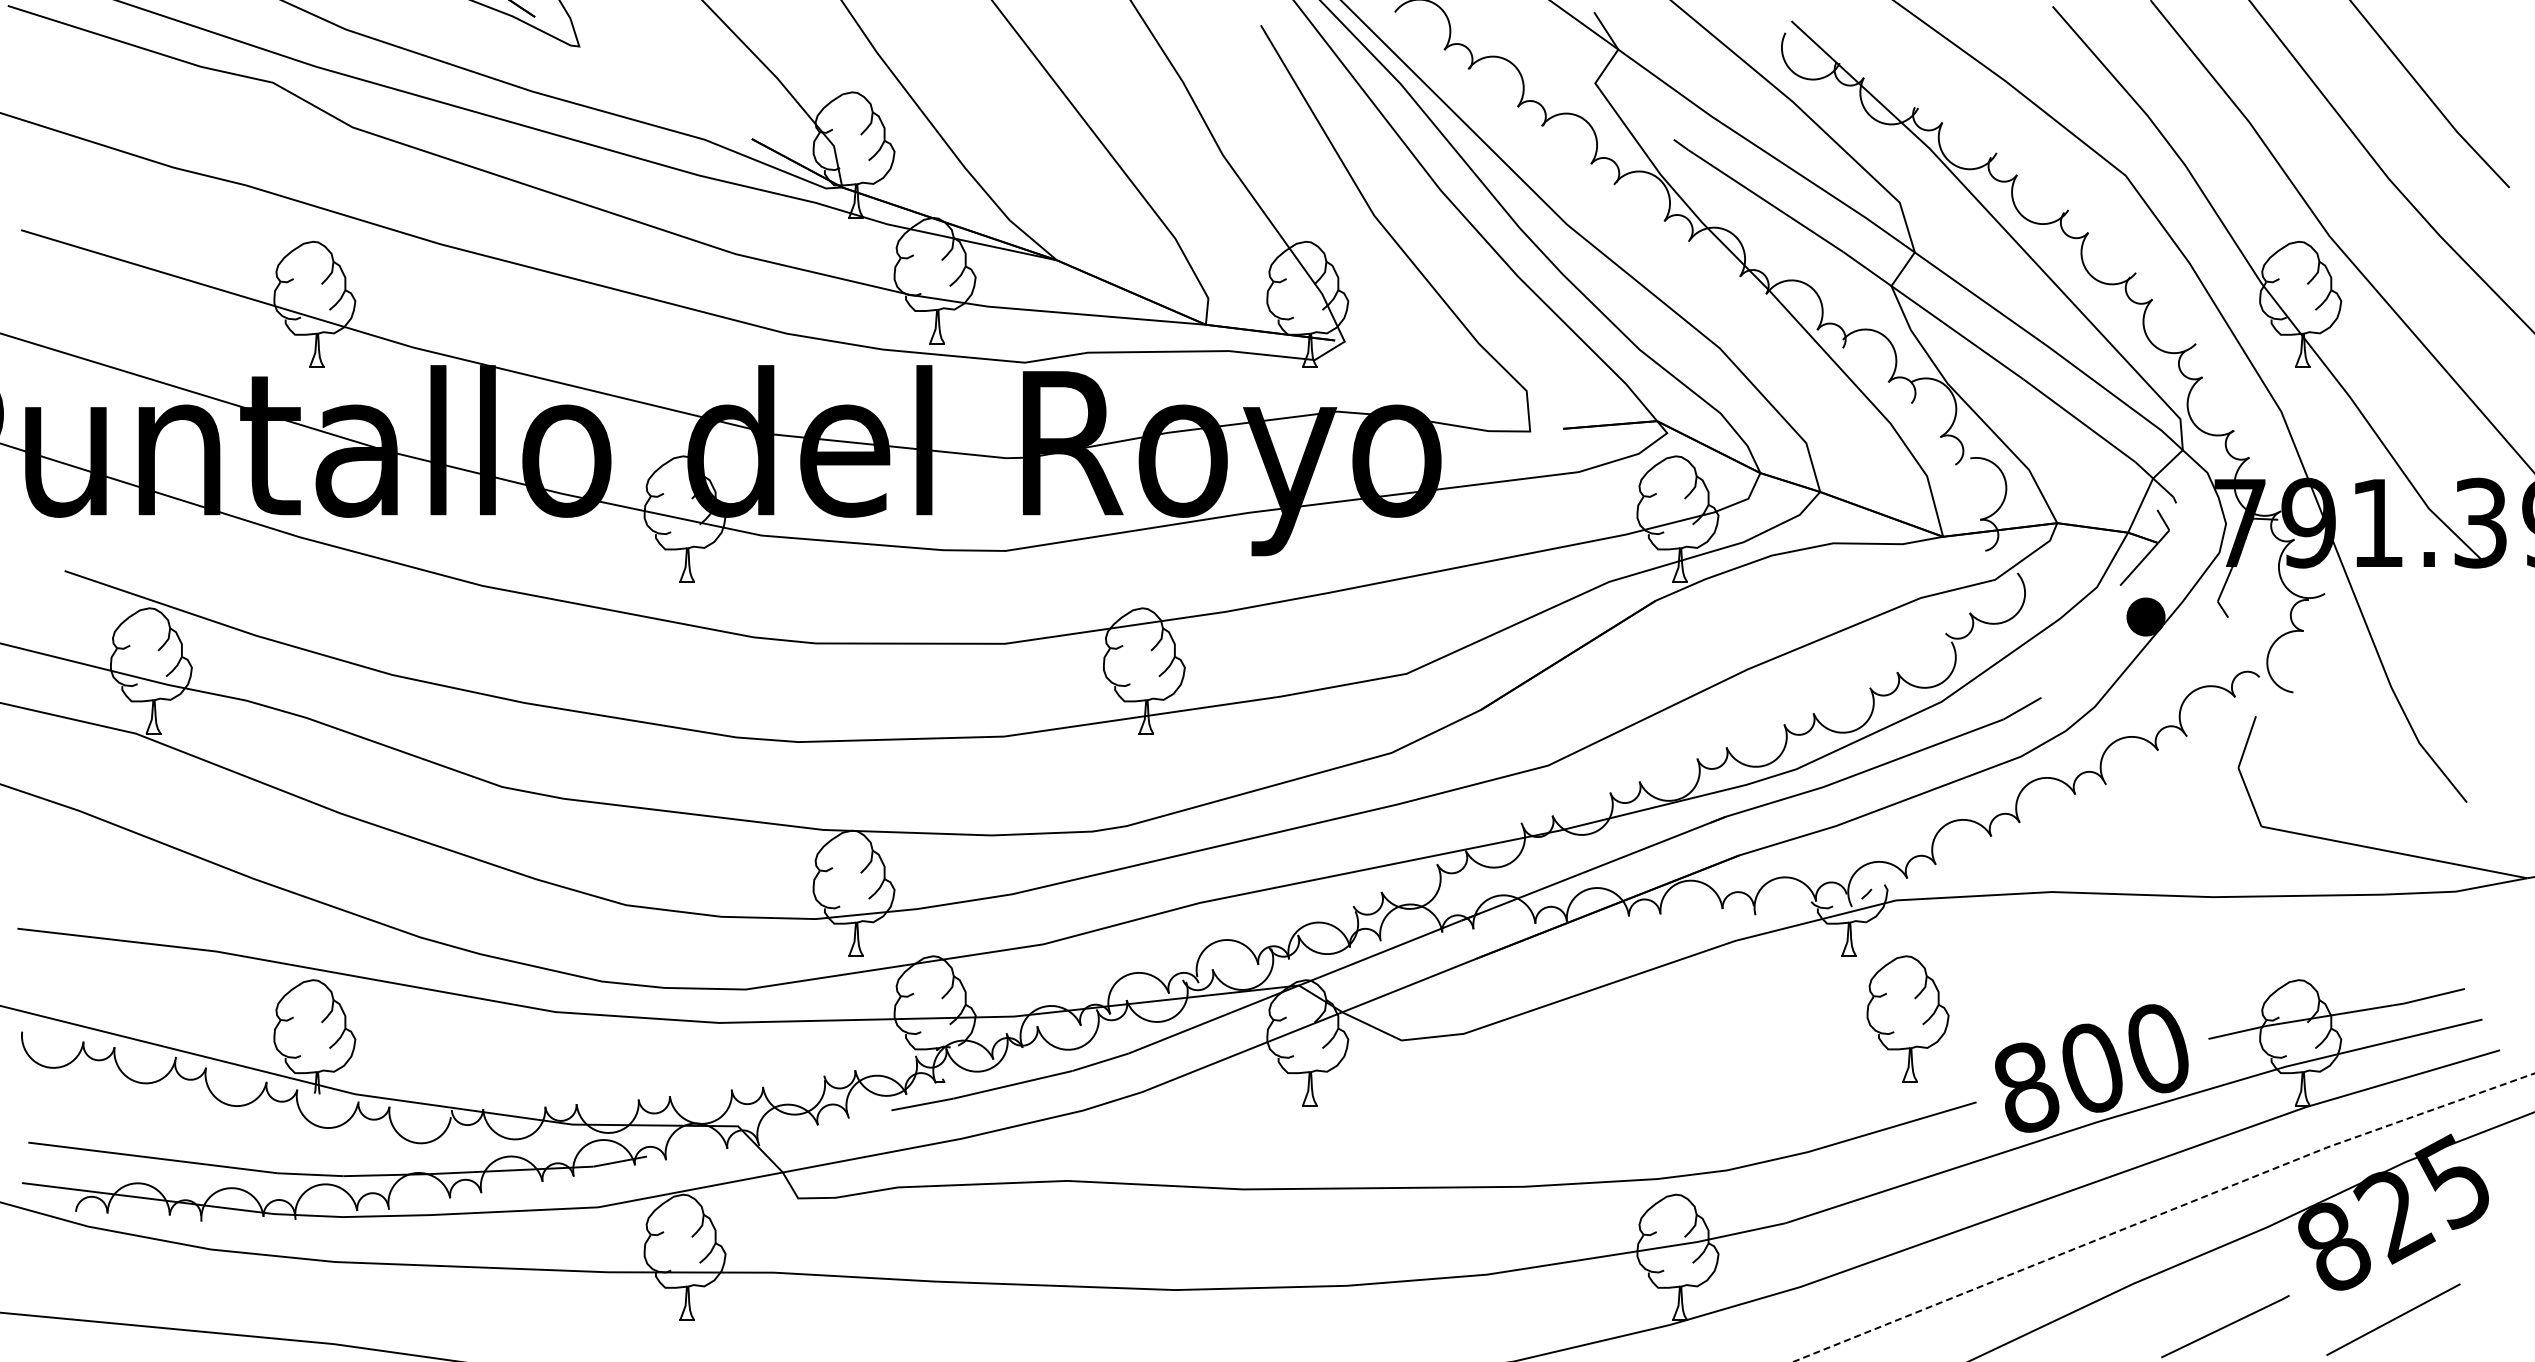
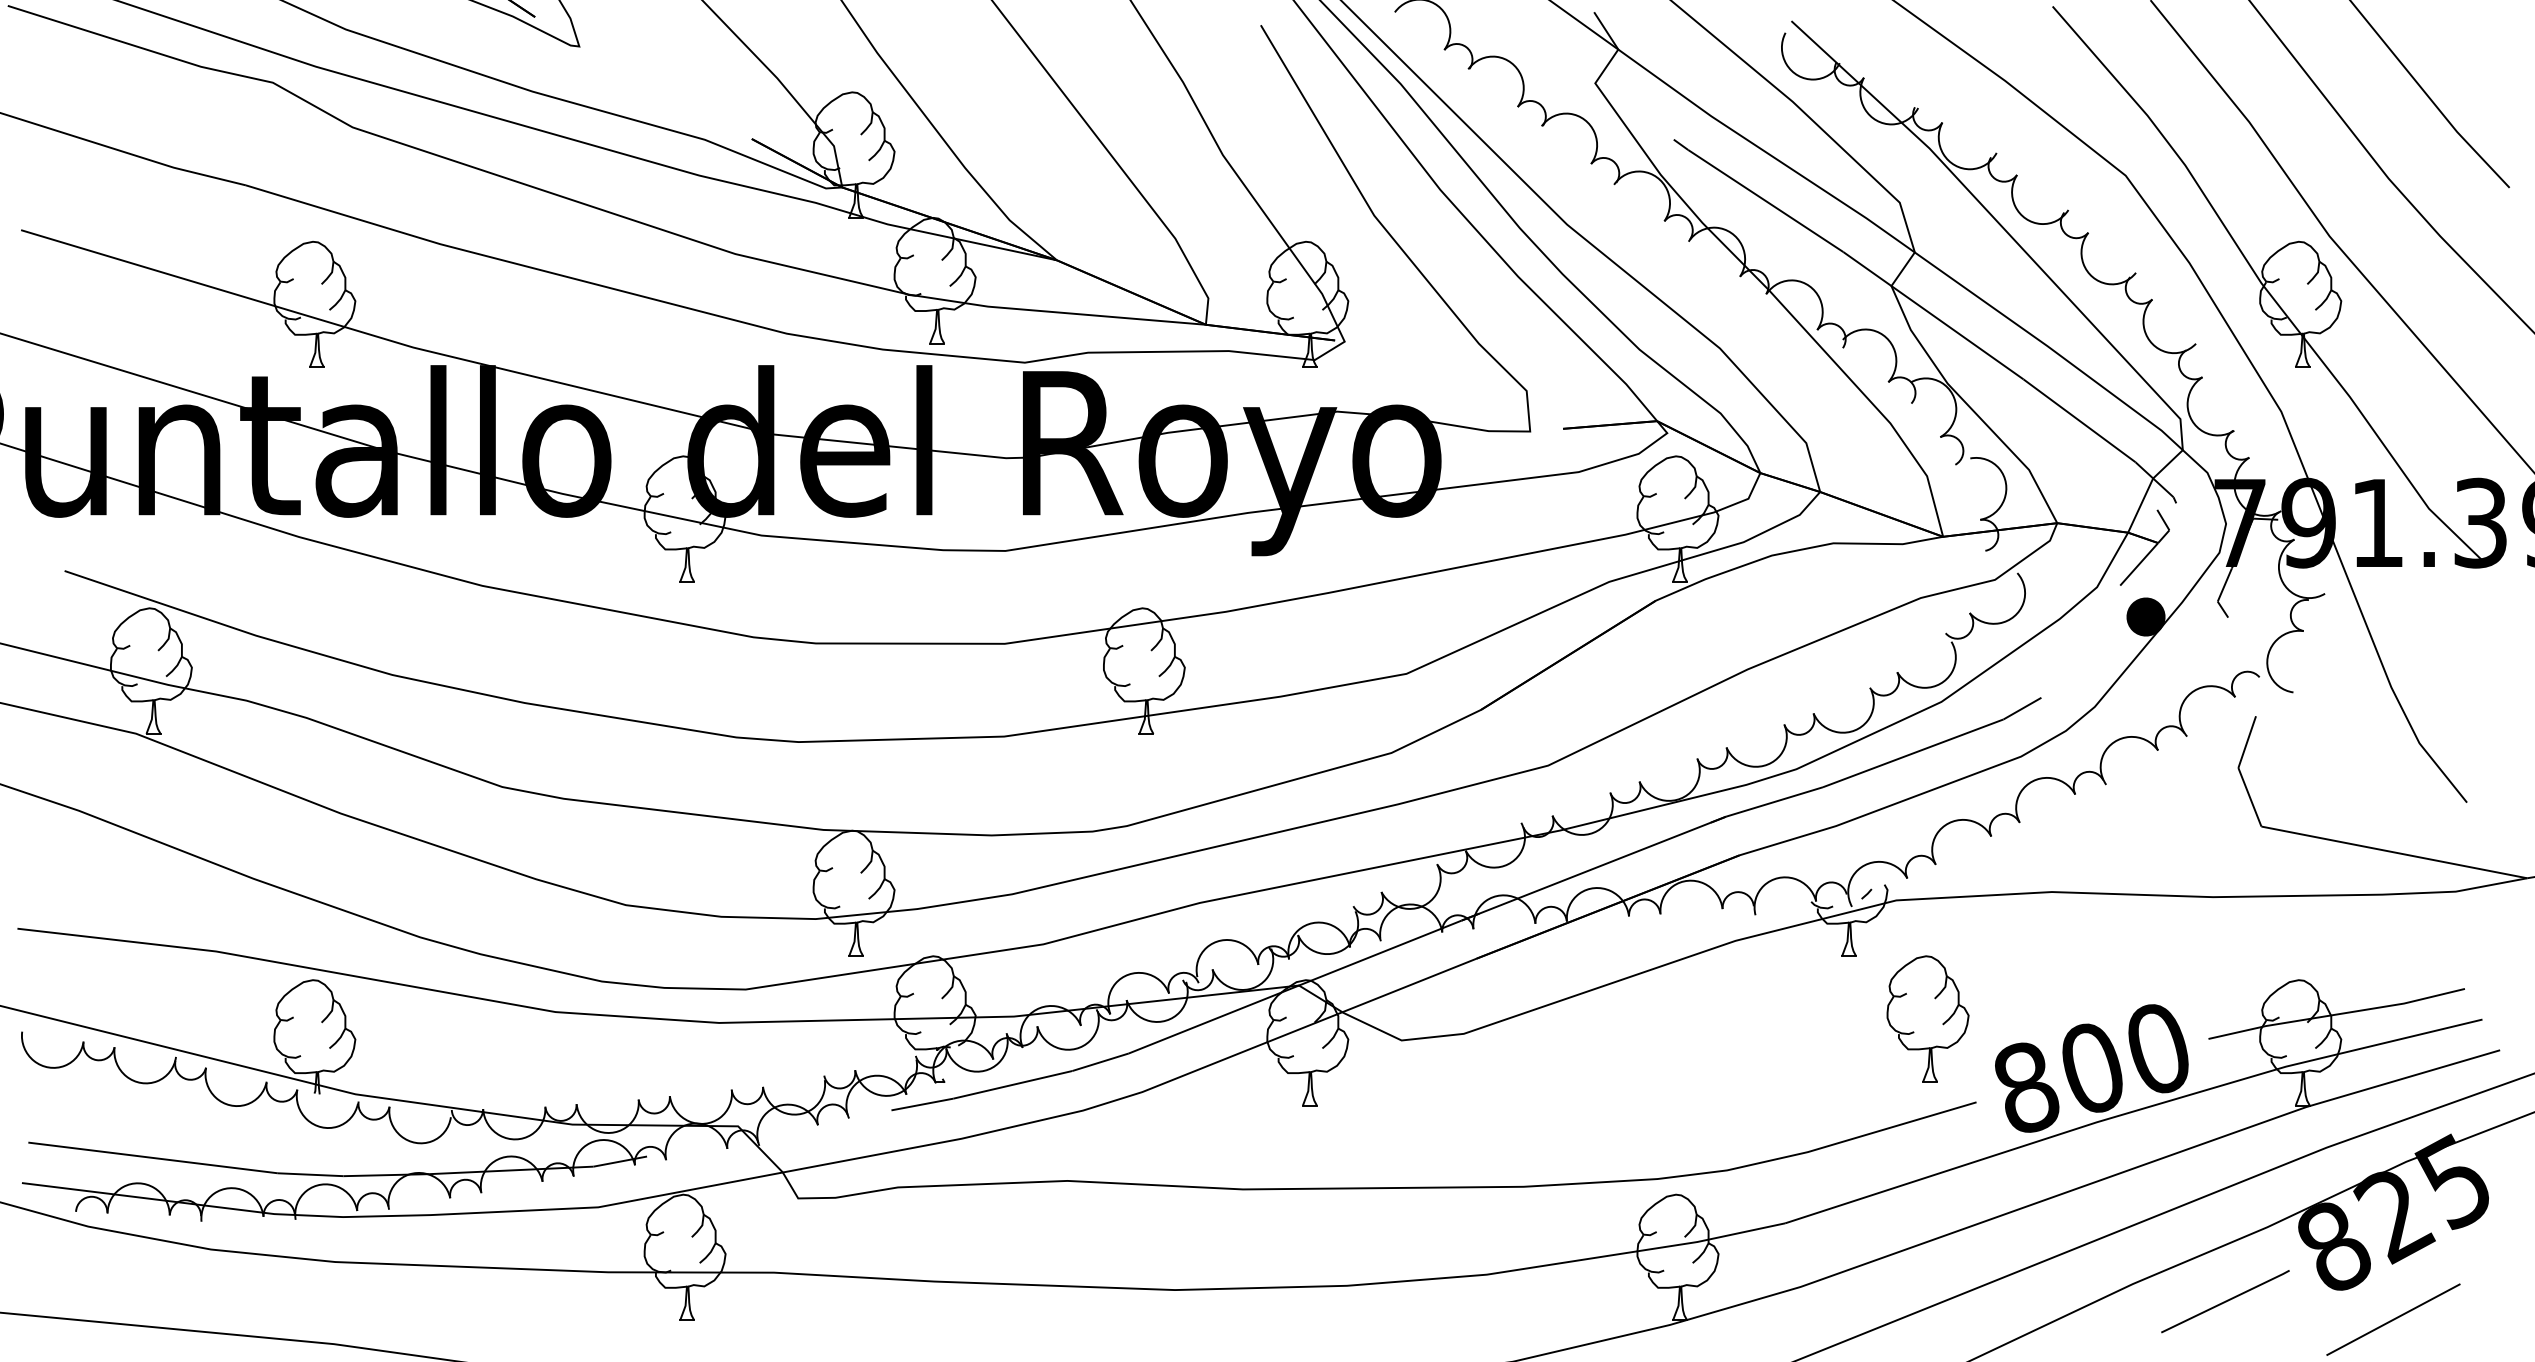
part at (1907, 1018) position: (1907, 1018) -> (1927, 1018)
line at (2162, 1213): dashed -> solid
line at (2225, 1326) position: (2225, 1326) -> (2225, 1301)
